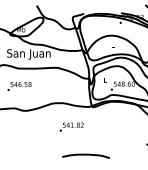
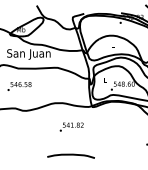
curve at (85, 155) position: (85, 155) -> (70, 155)
